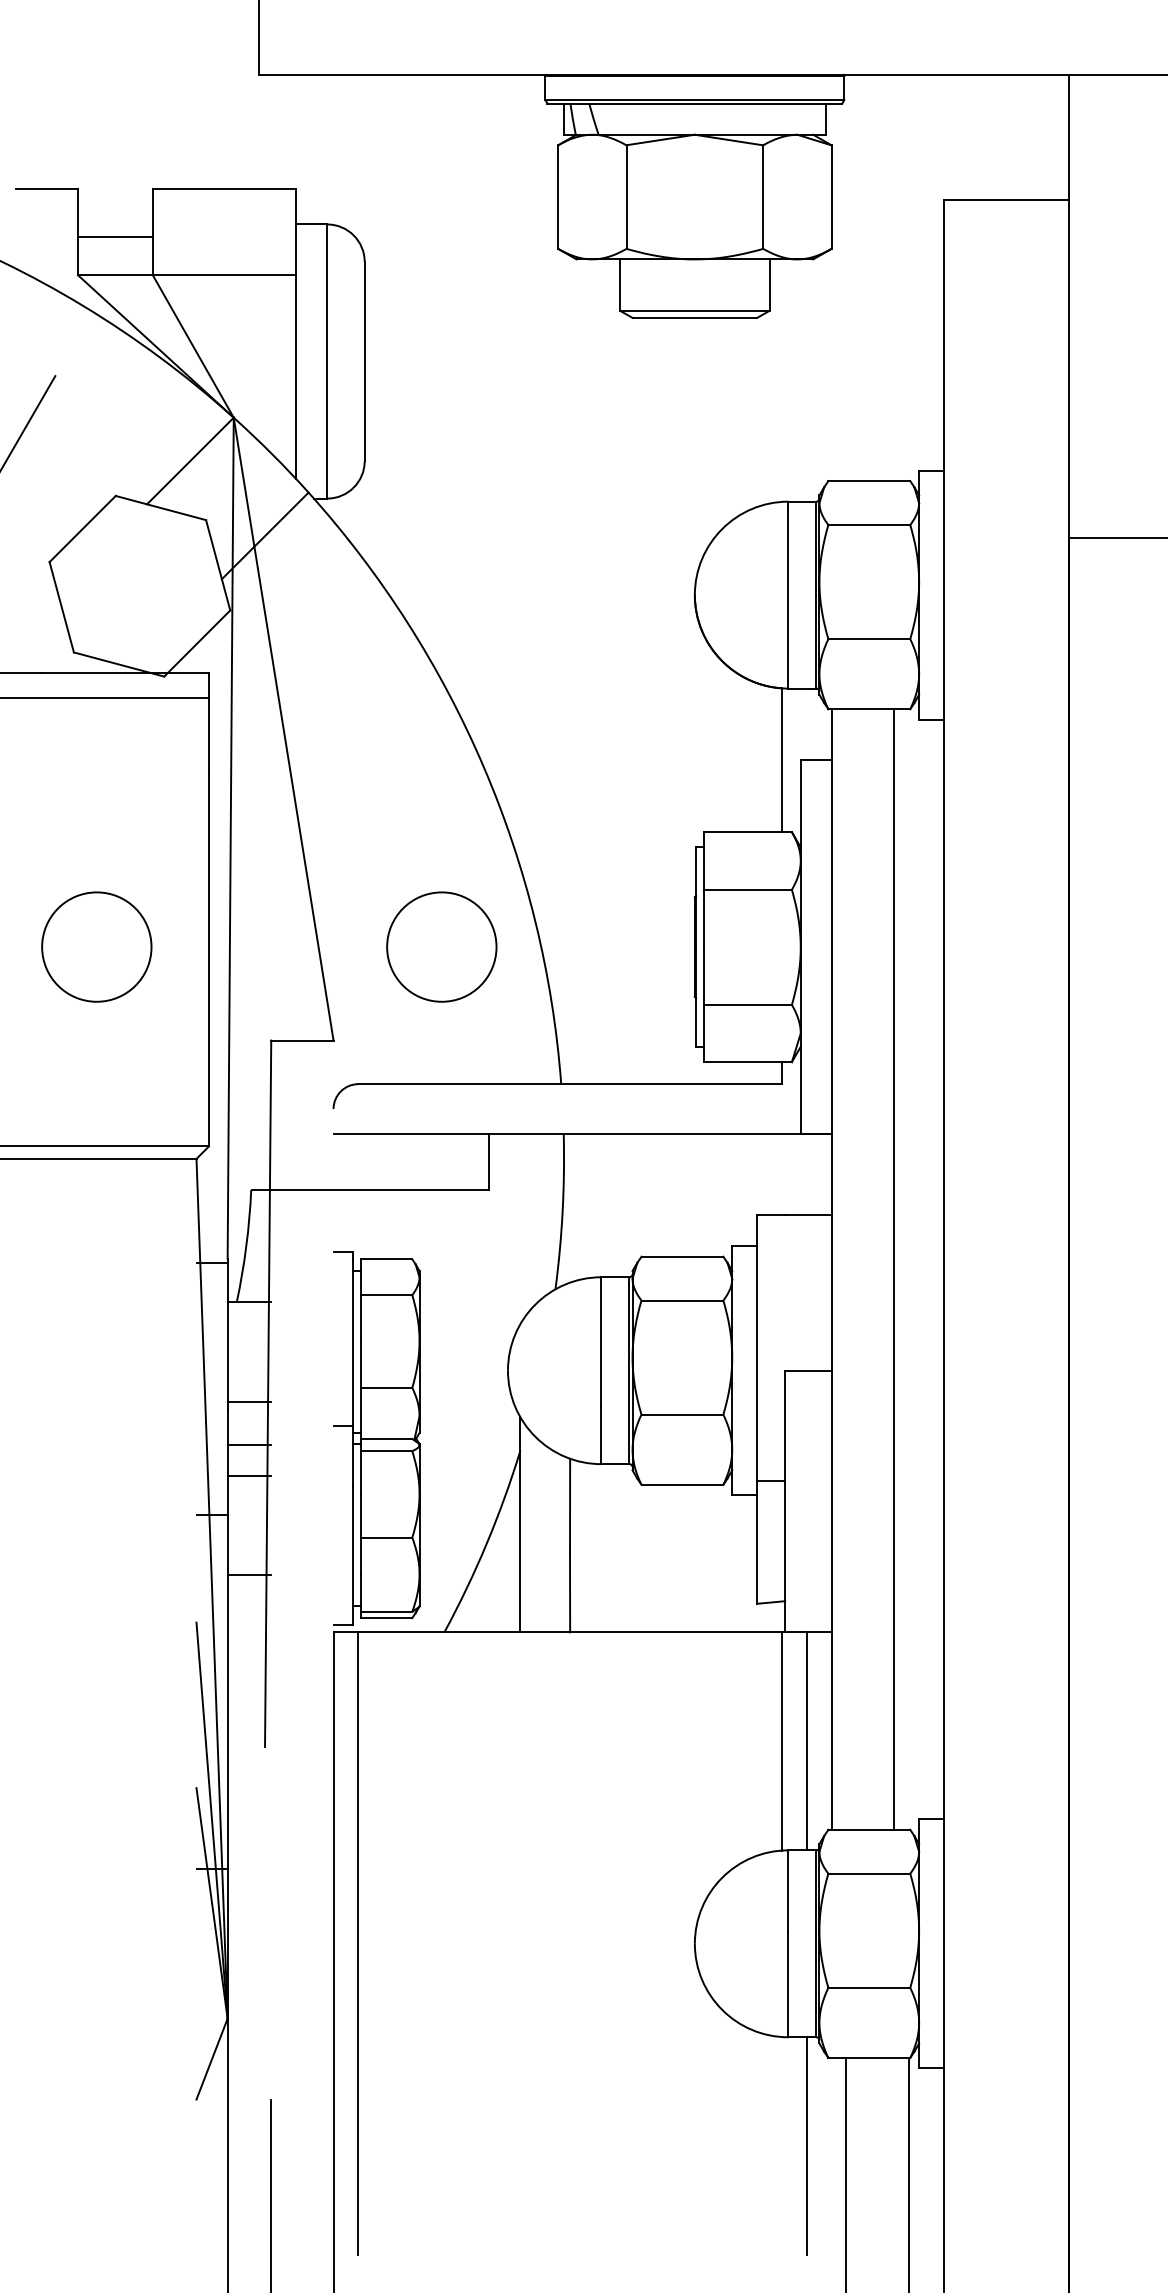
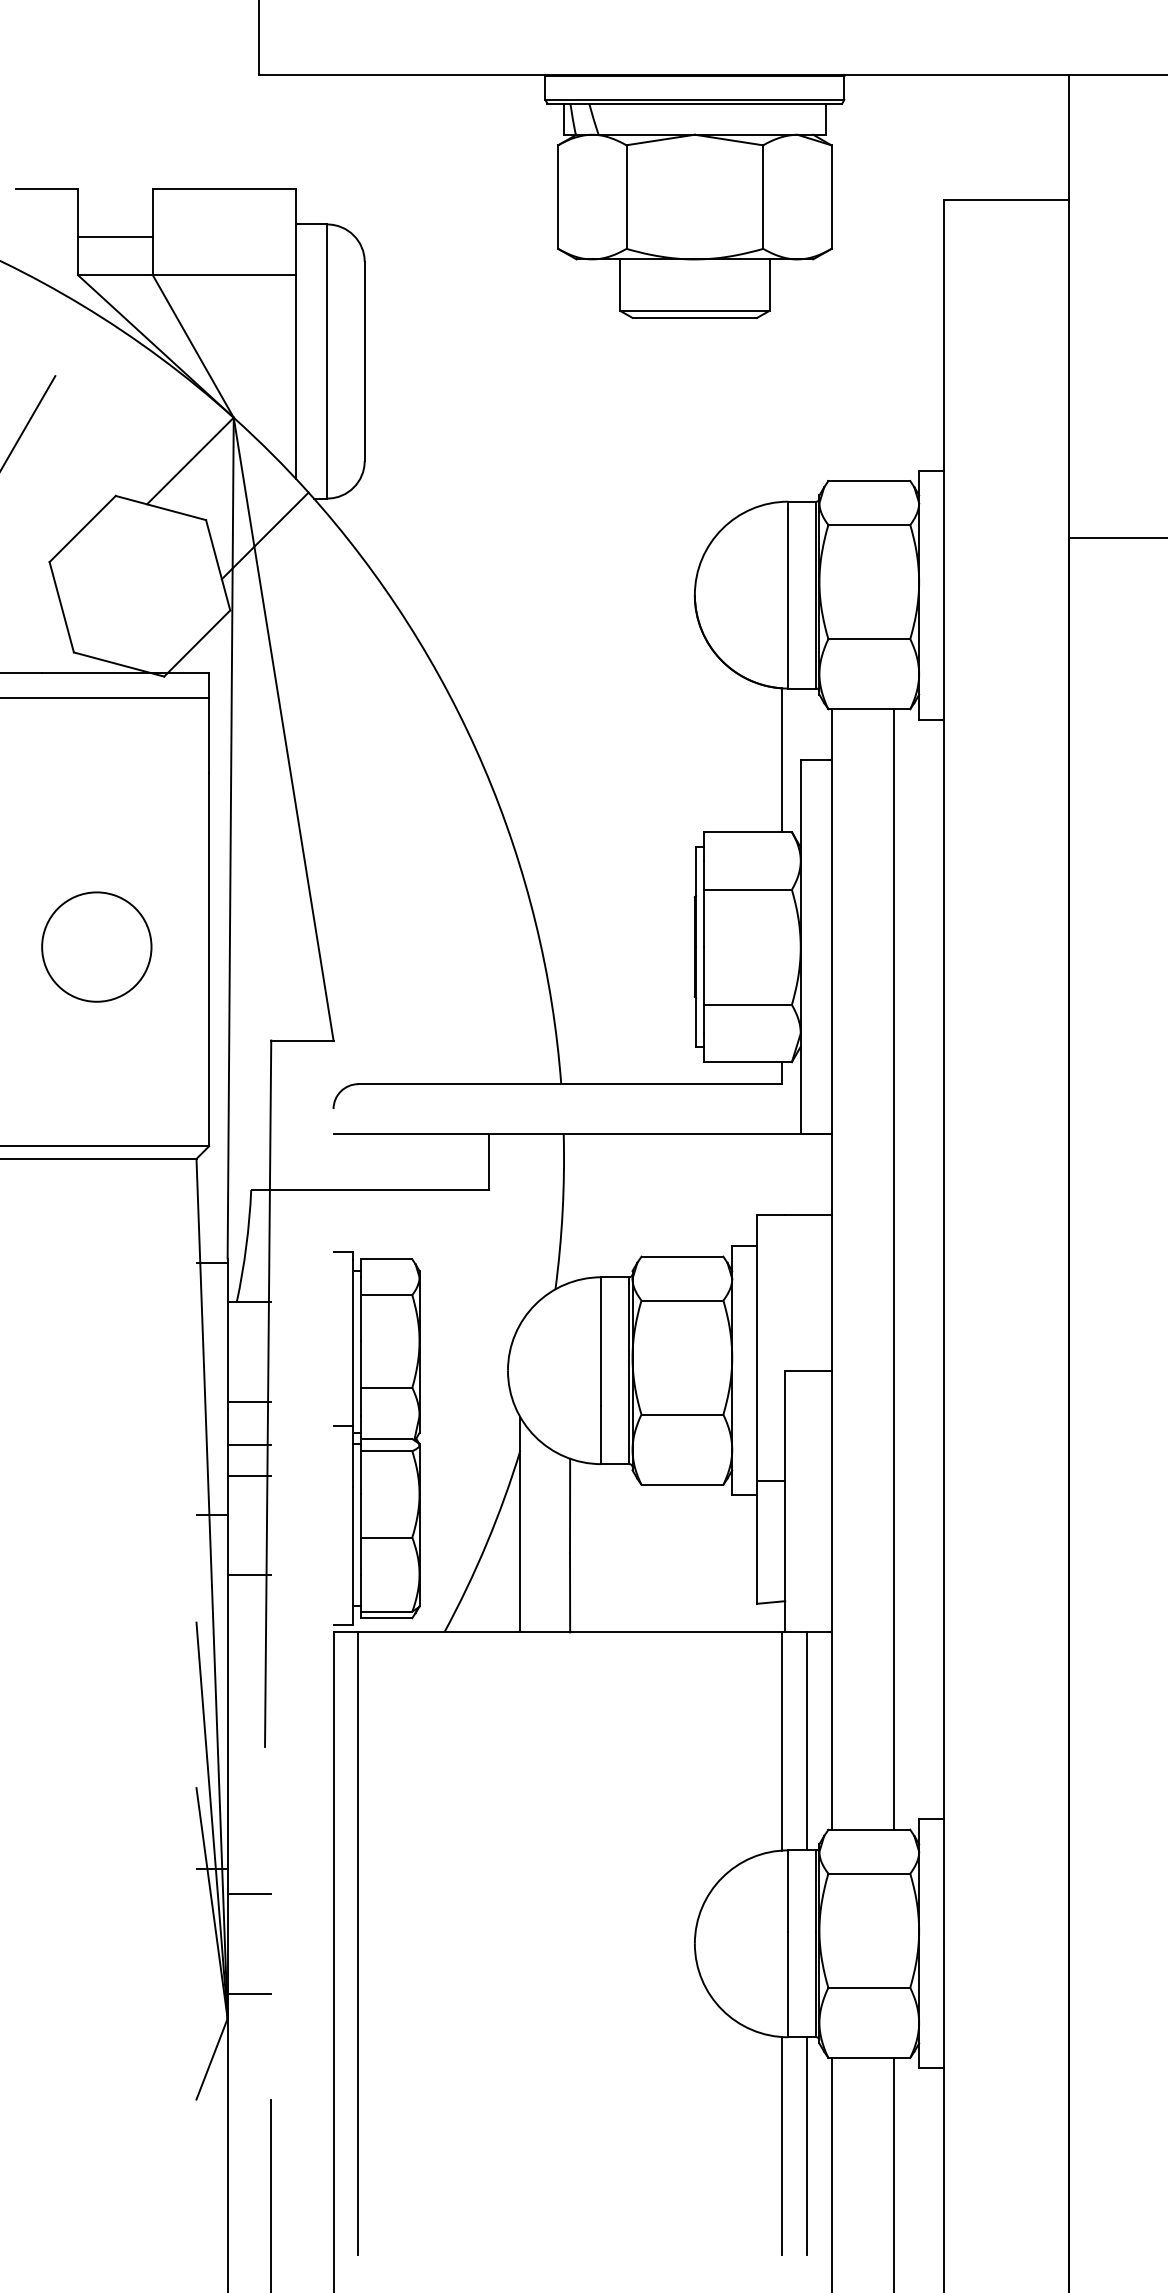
circle at (441, 946): present -> none
line at (249, 1893): none -> present
line at (249, 1993): none -> present
line at (782, 2146): none -> present
line at (845, 2173) position: (845, 2173) -> (831, 2173)
line at (909, 2173) position: (909, 2173) -> (894, 2173)
